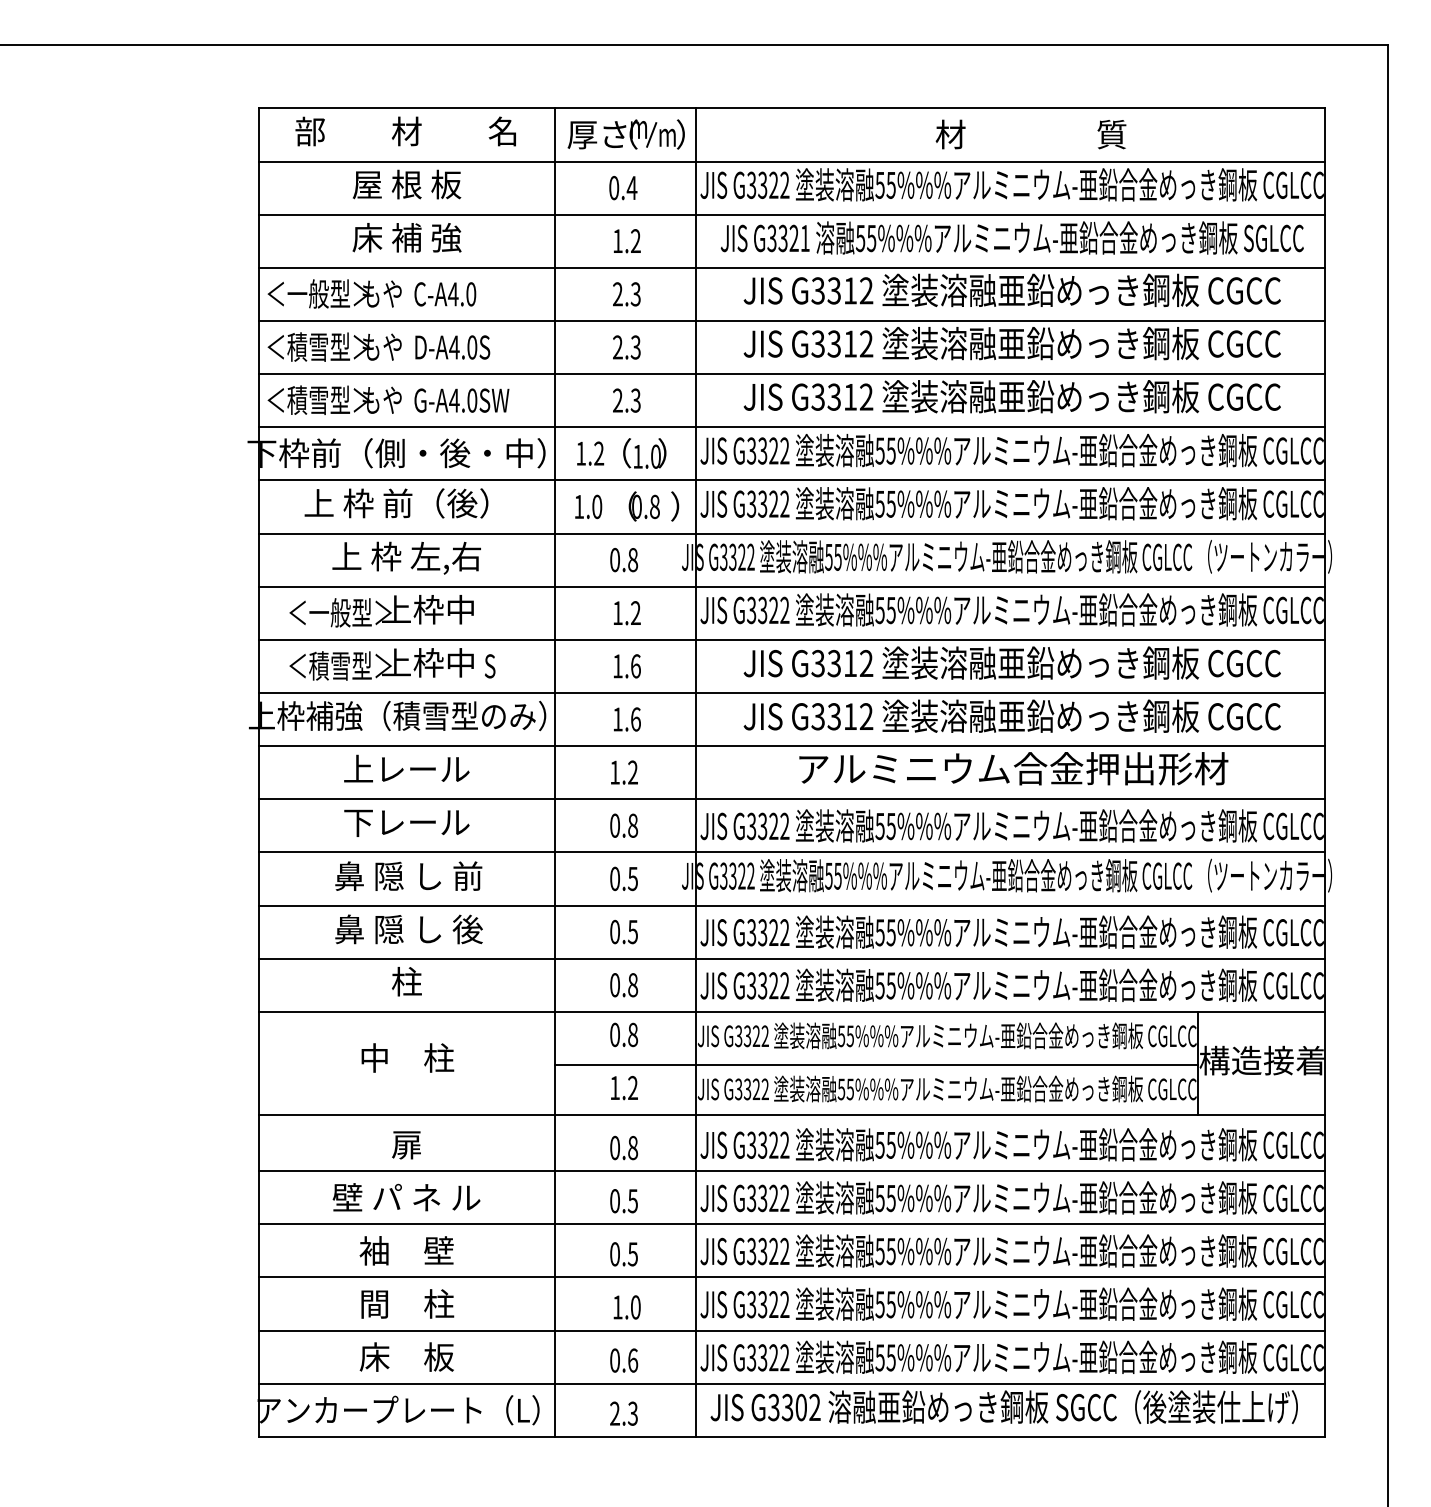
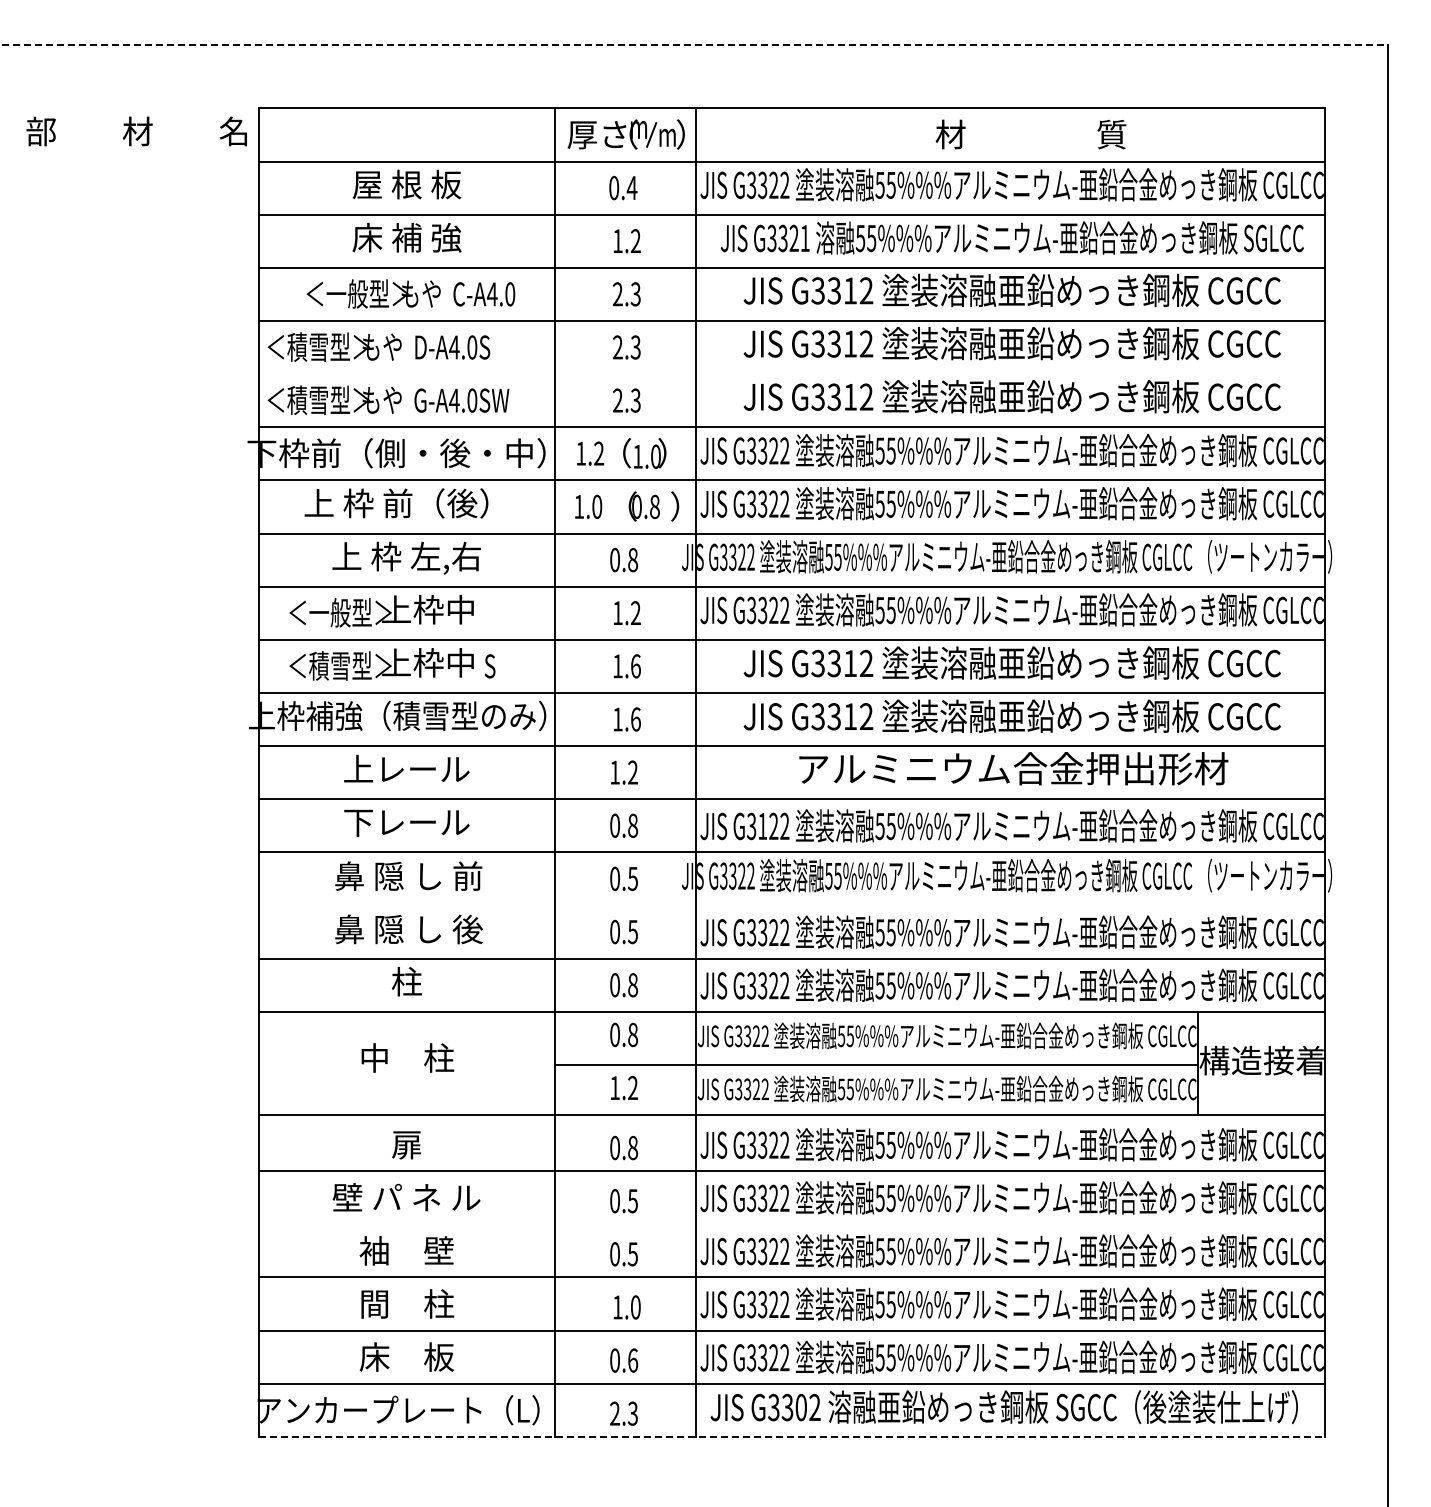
line at (694, 45): solid -> dashed
text at (405, 131) position: (405, 131) -> (136, 131)
text at (371, 293) position: (371, 293) -> (410, 293)
line at (792, 374): present -> none
text at (762, 826): G3322 -> G3122
line at (792, 905): present -> none
line at (792, 1224): present -> none
line at (792, 1436): solid -> dashed
